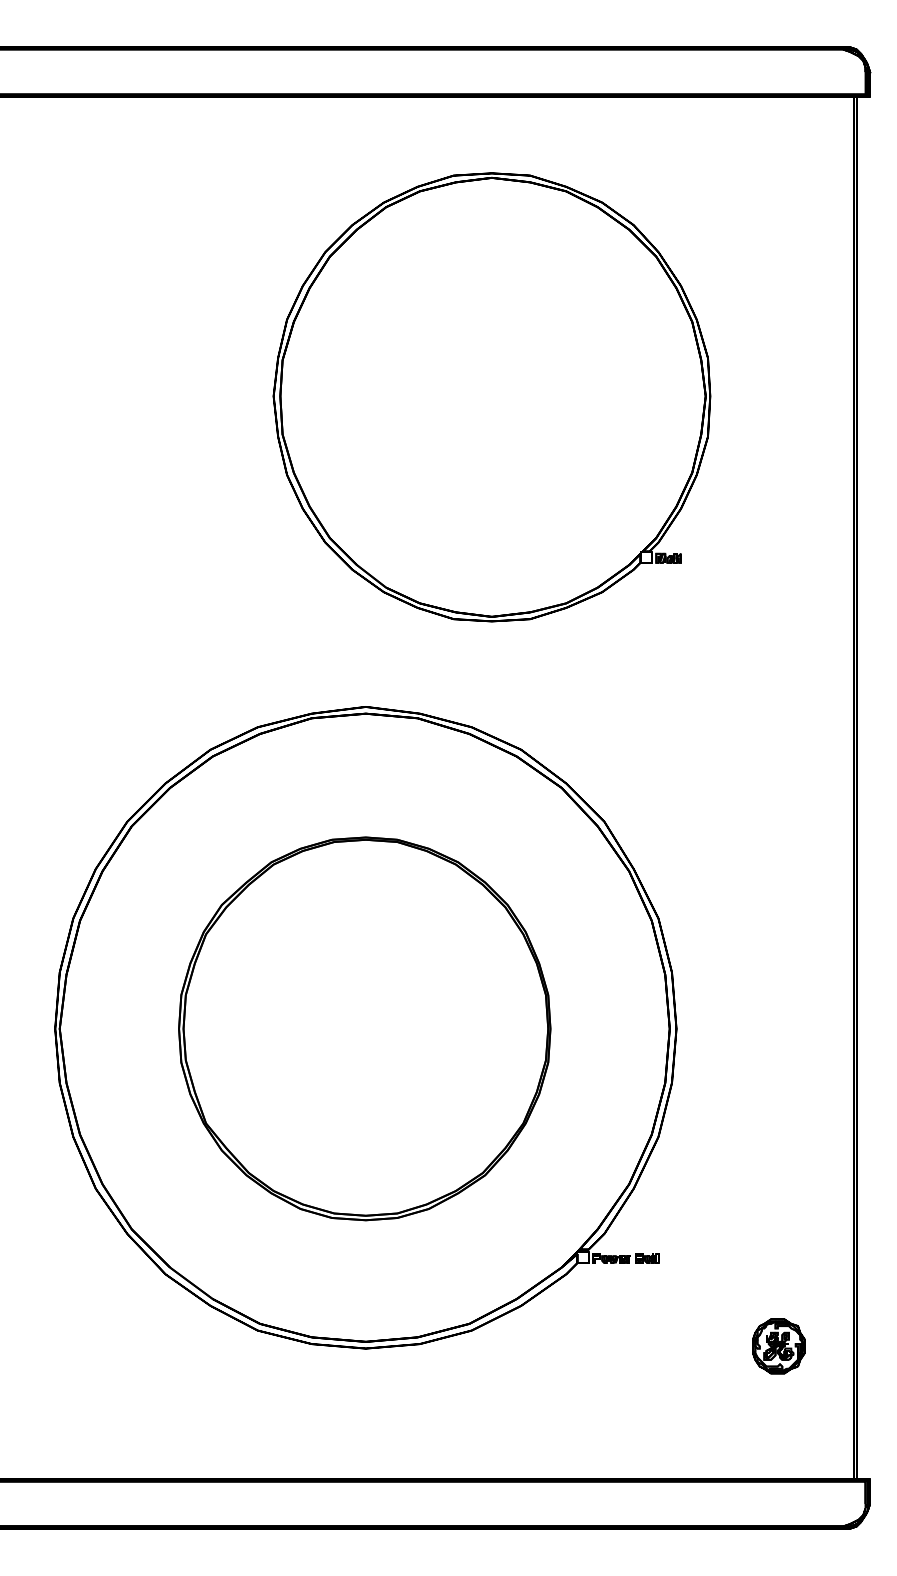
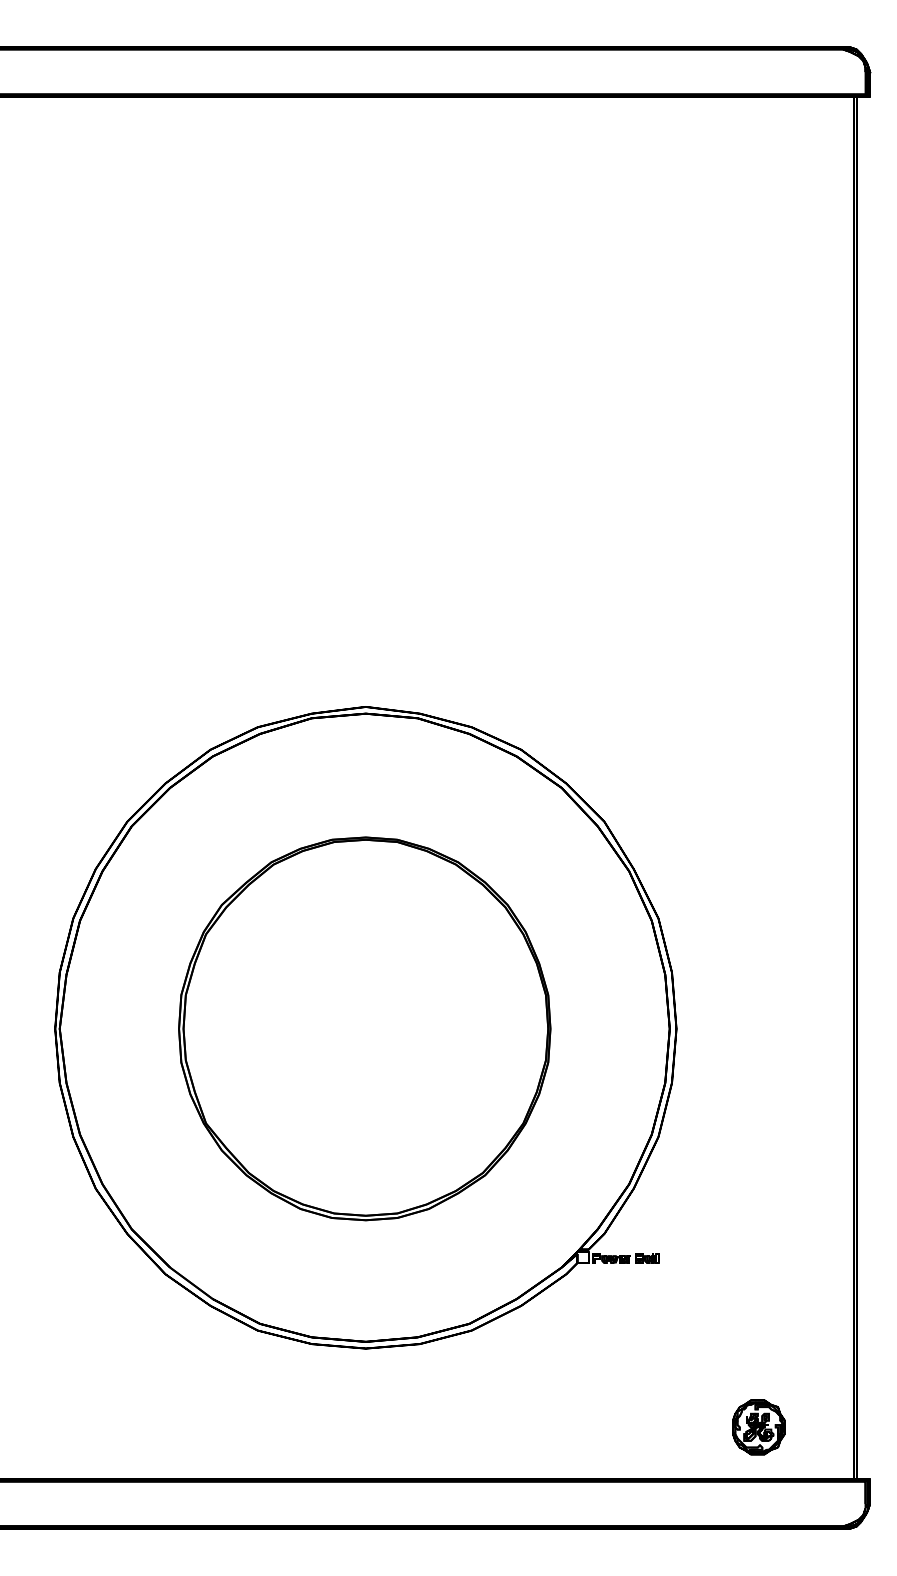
part at (491, 397): present -> none
part at (778, 1346) position: (778, 1346) -> (758, 1427)
